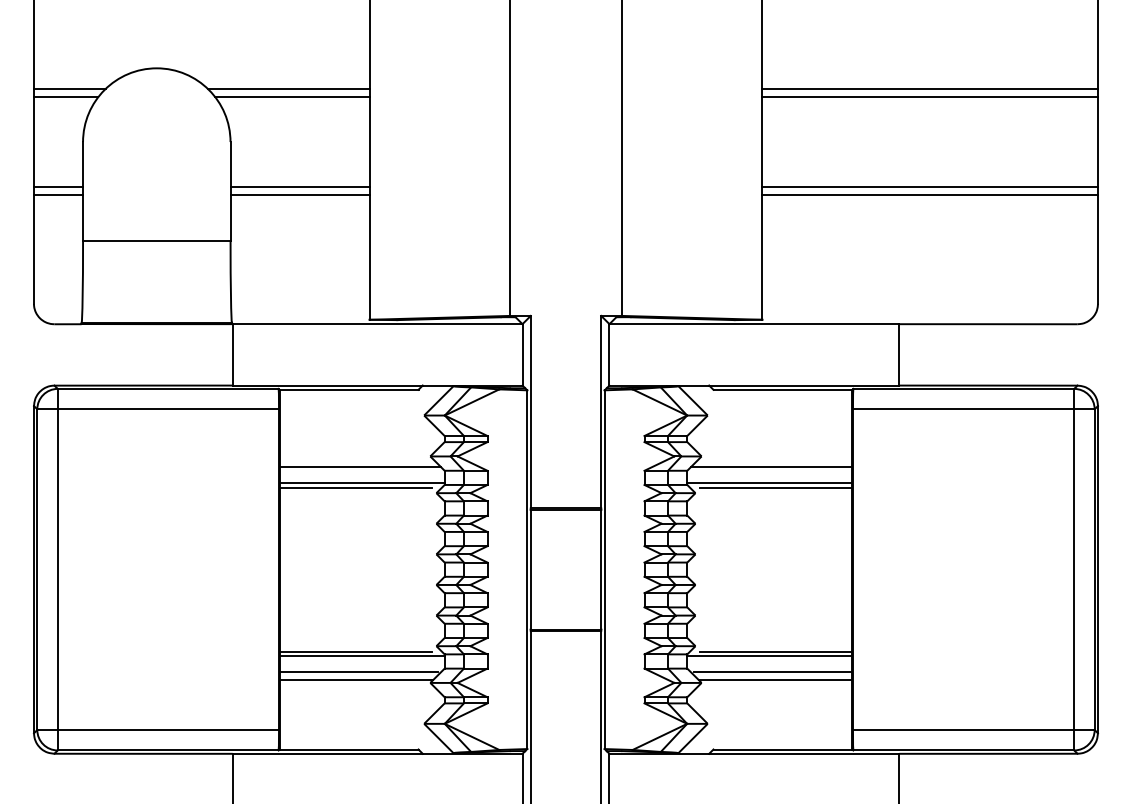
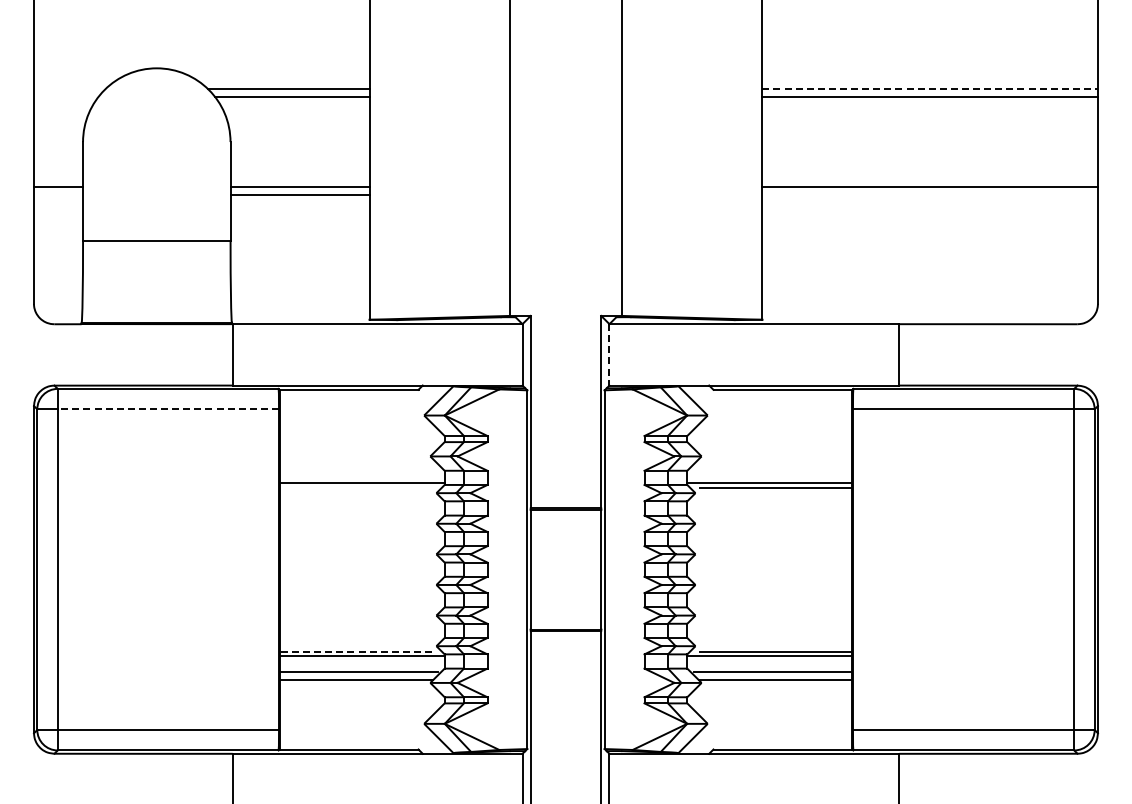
line at (69, 88): present -> none
line at (930, 88): solid -> dashed
line at (65, 97): present -> none
line at (58, 195): present -> none
line at (930, 195): present -> none
line at (609, 354): solid -> dashed
line at (168, 409): solid -> dashed
line at (360, 467): present -> none
line at (771, 467): present -> none
line at (355, 487): present -> none
line at (355, 651): solid -> dashed
